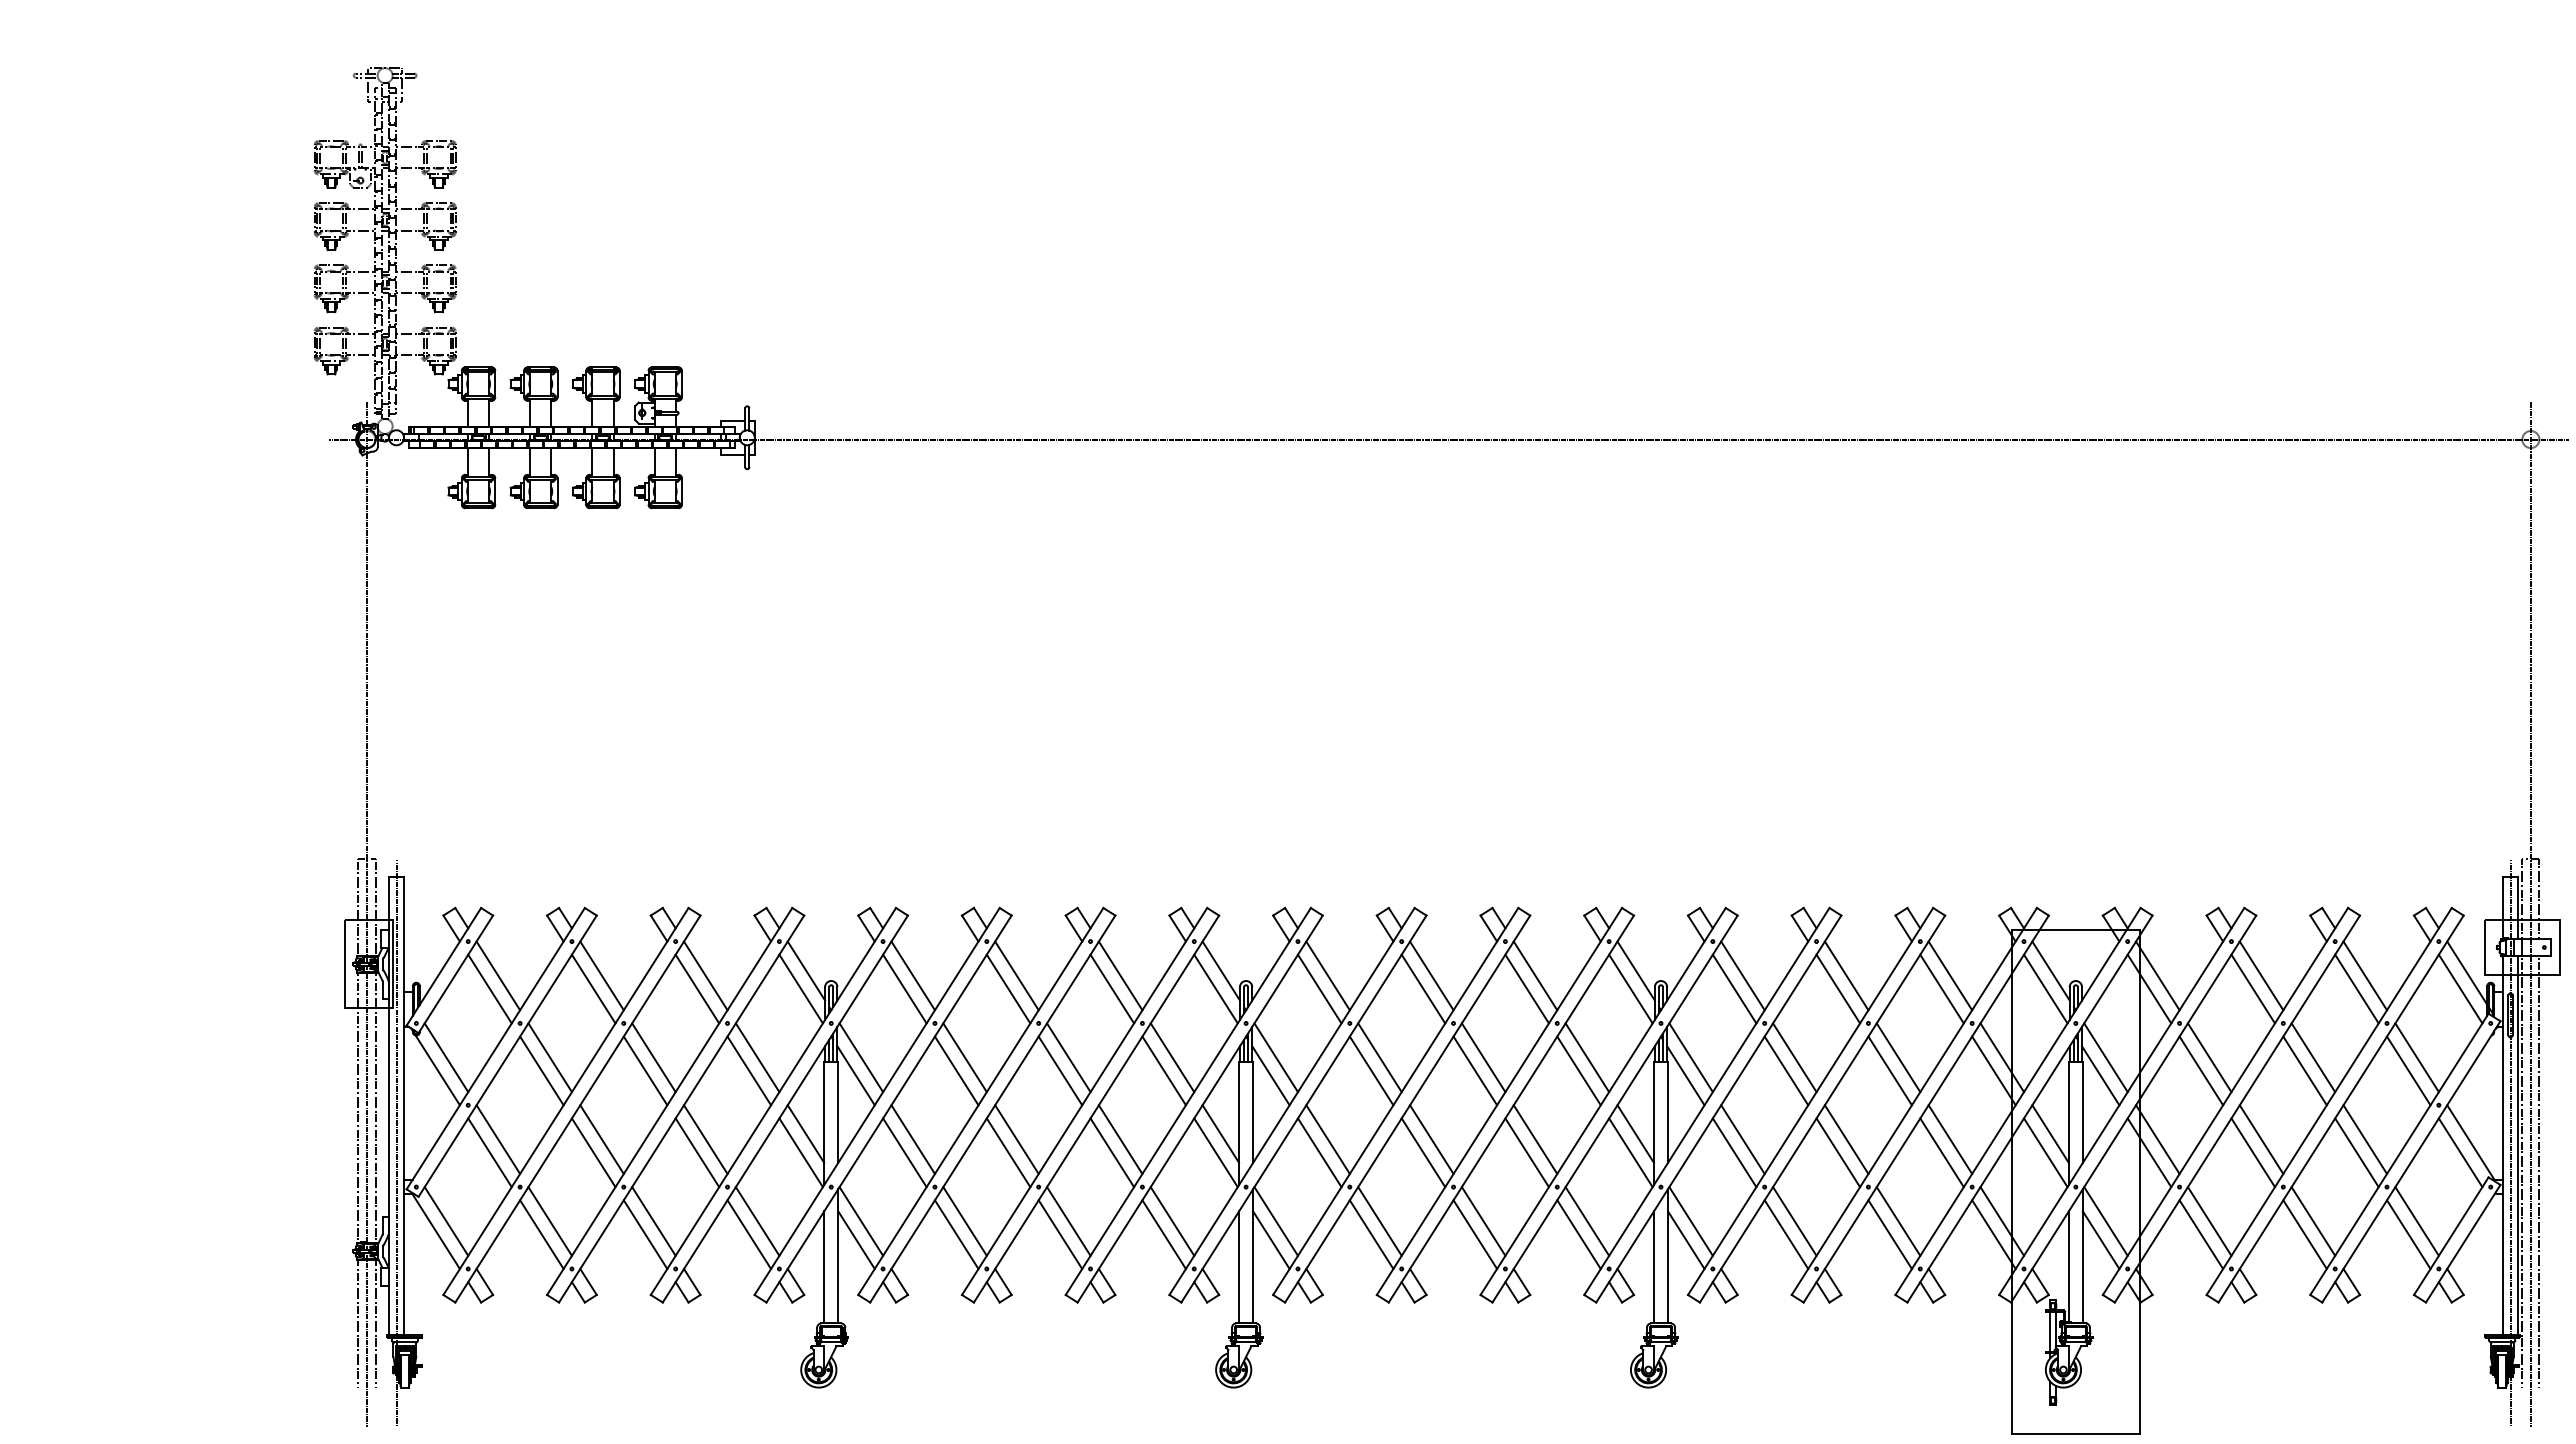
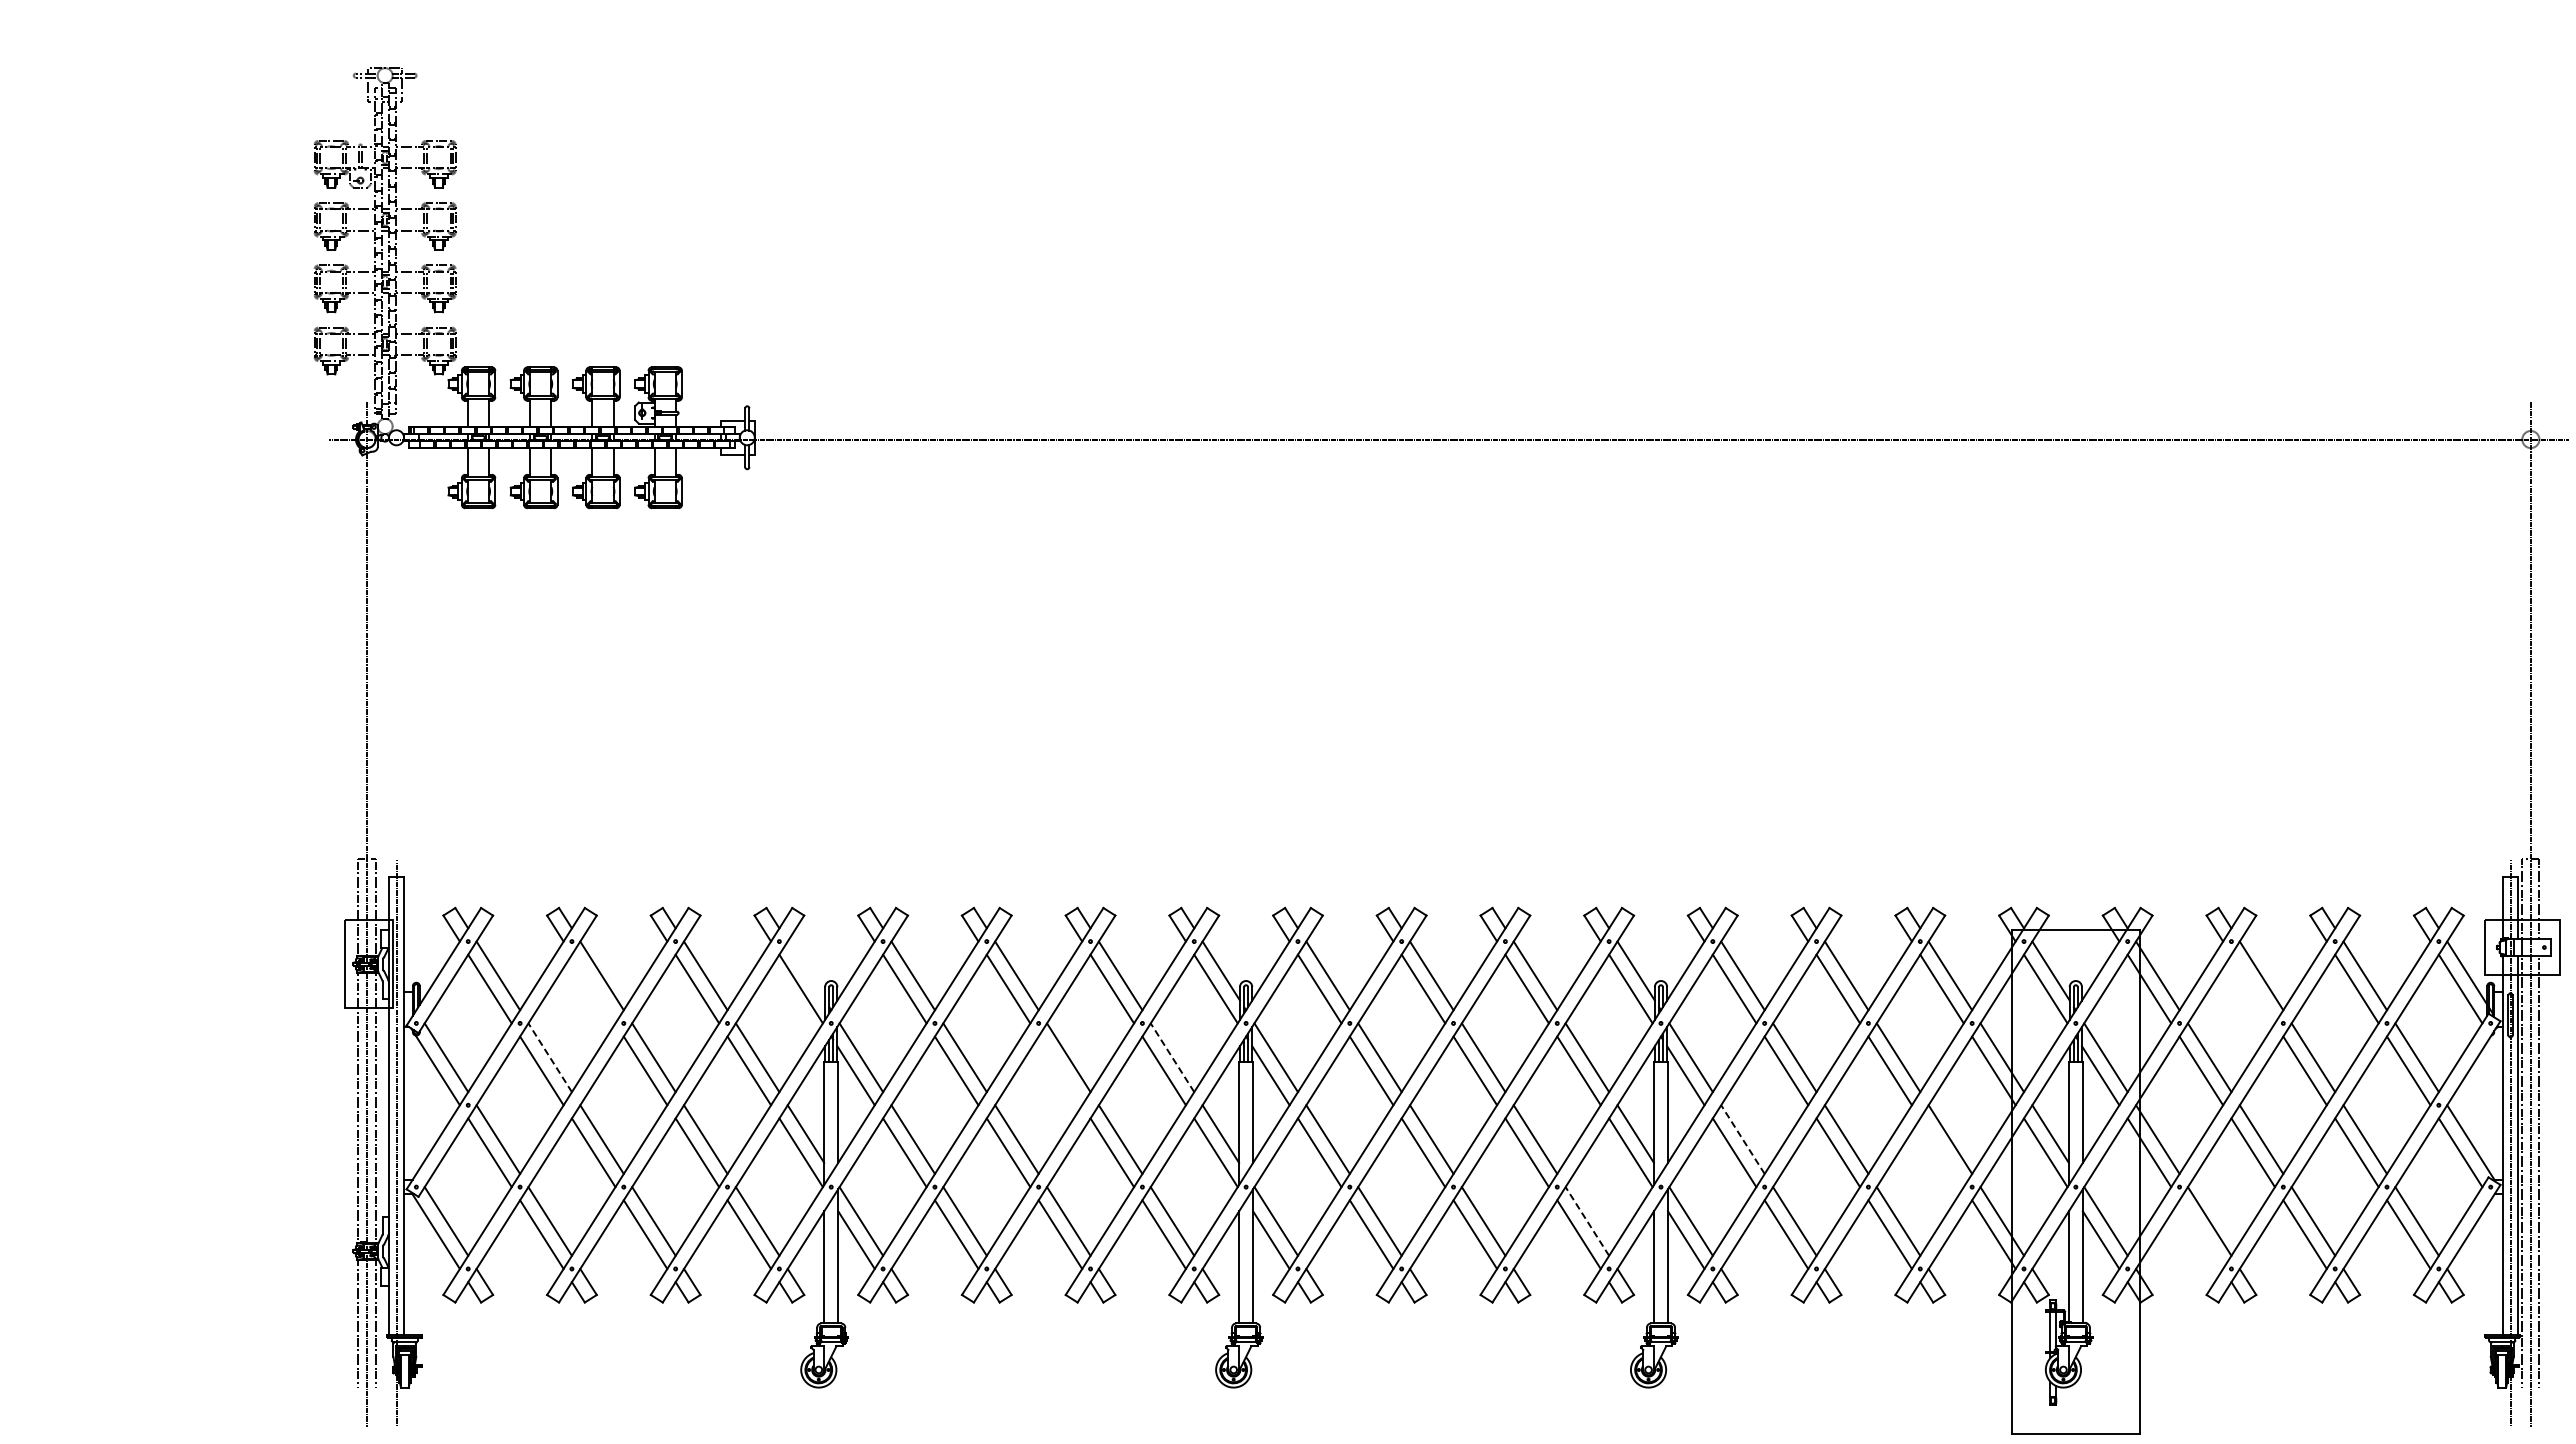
line at (806, 970): present -> none
line at (593, 988): present -> none
line at (2252, 988): present -> none
line at (550, 1057): solid -> dashed
line at (1172, 1057): solid -> dashed
line at (1060, 1070): present -> none
line at (1742, 1139): solid -> dashed
line at (1941, 1152): present -> none
line at (1587, 1221): solid -> dashed
line at (2201, 1234): present -> none
